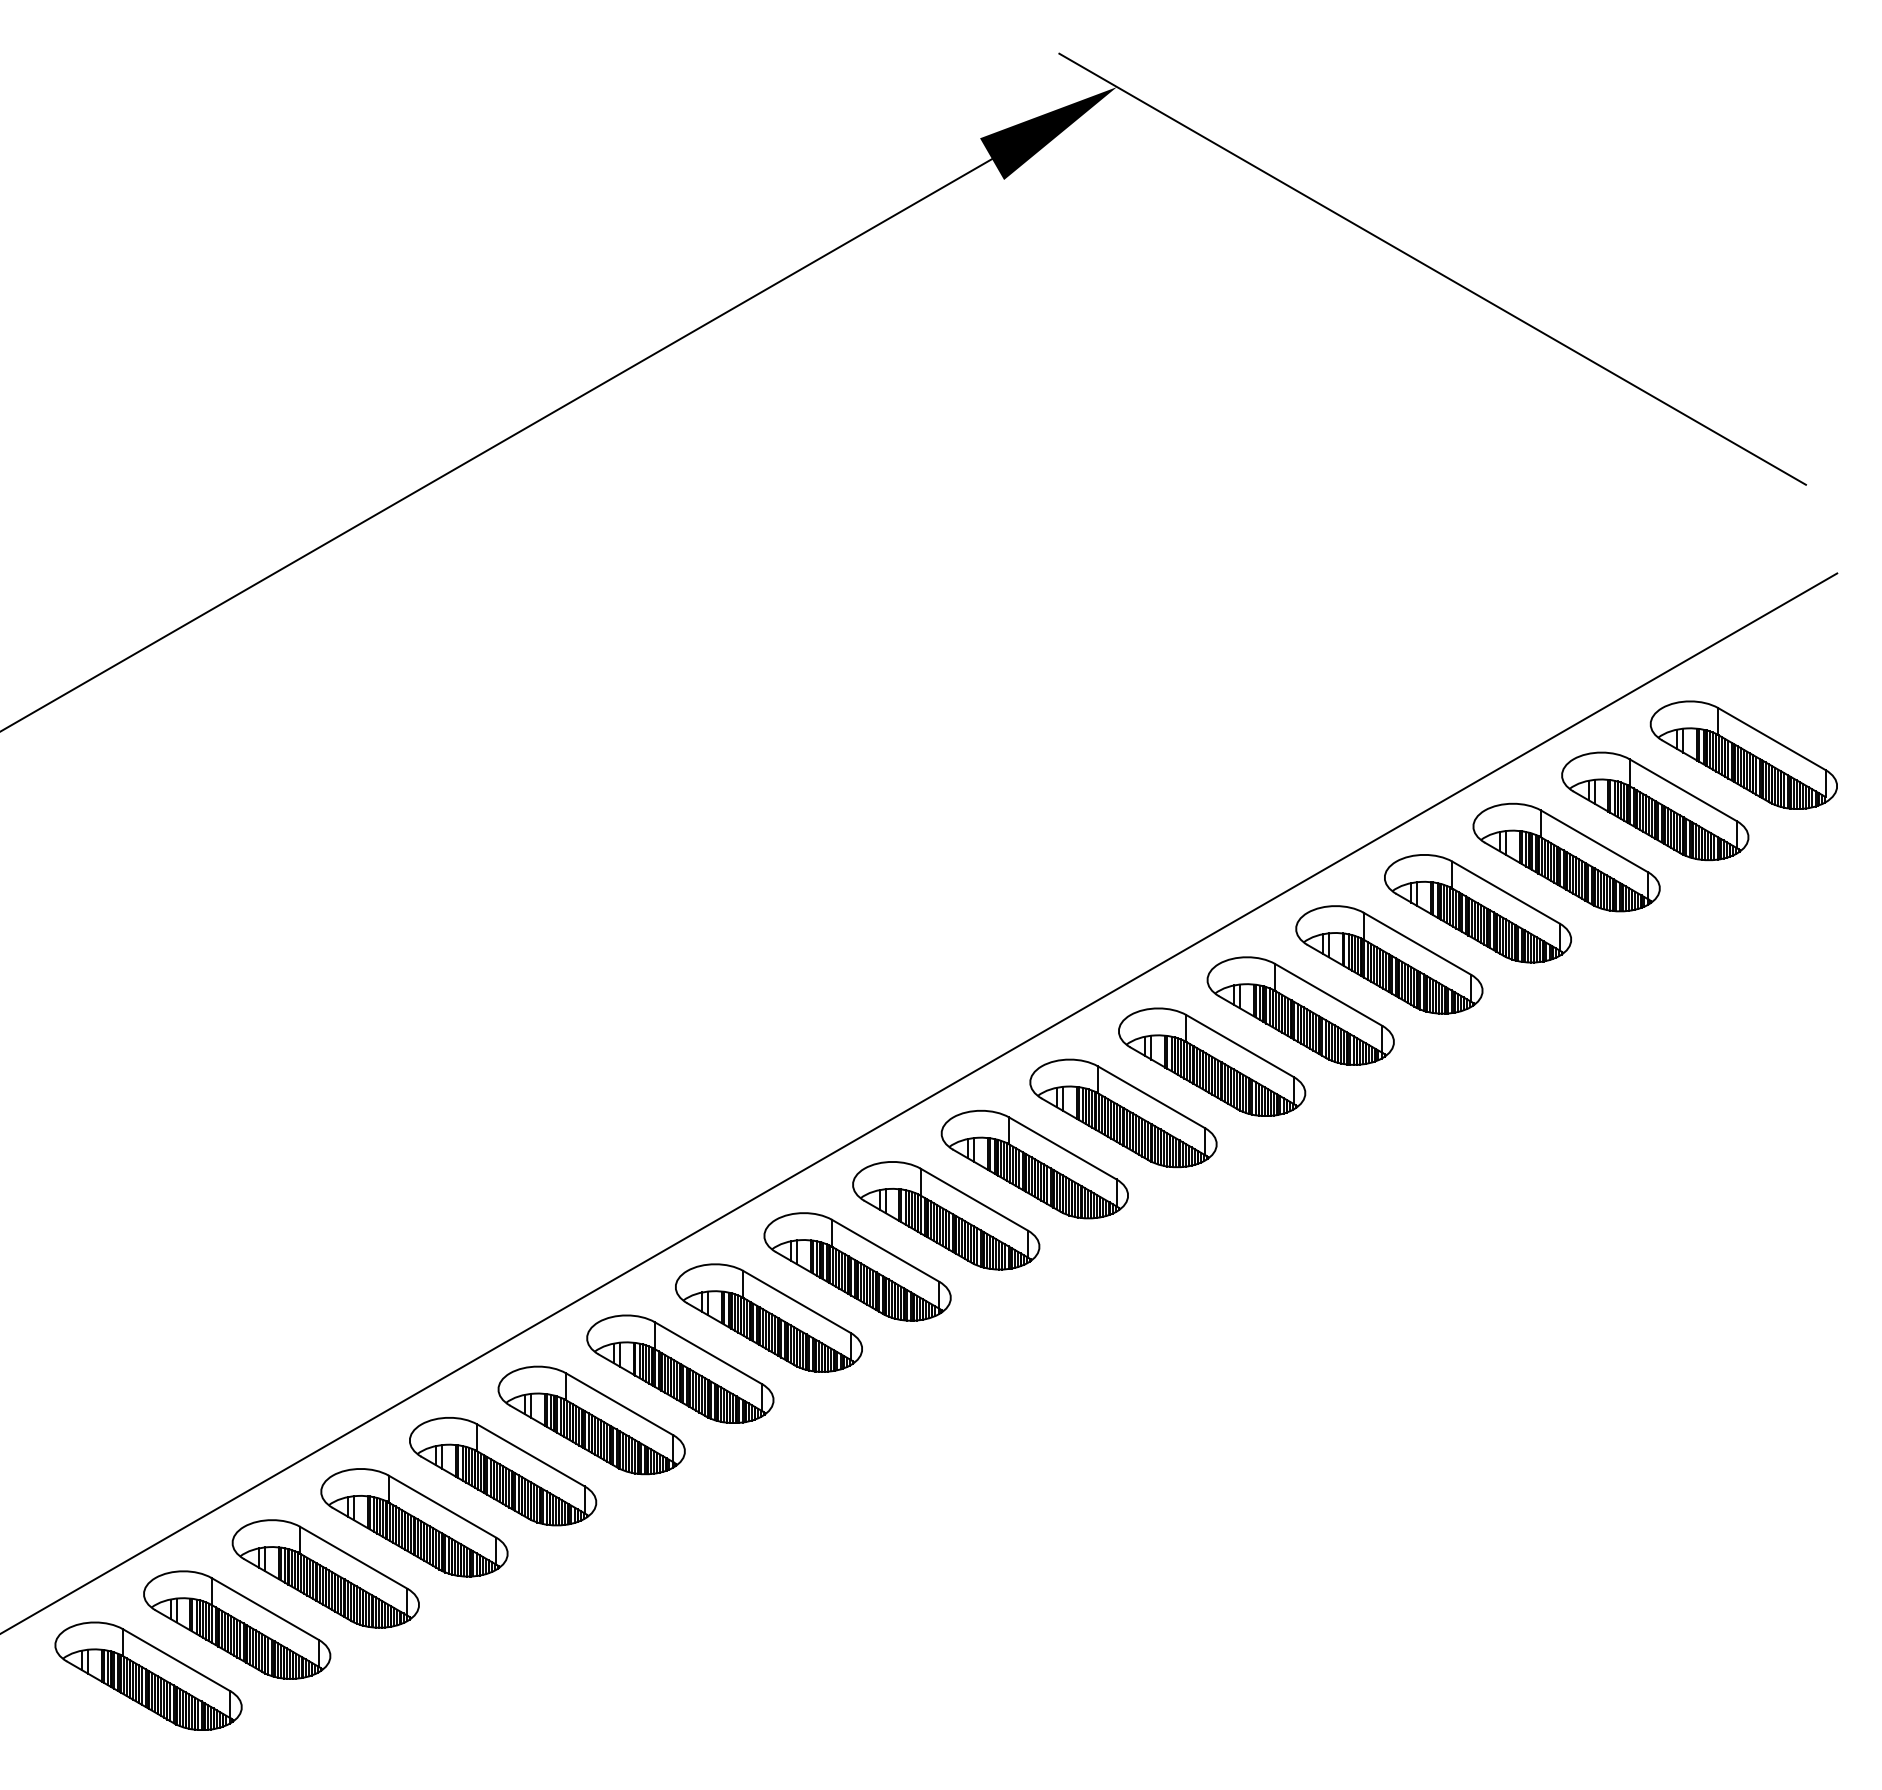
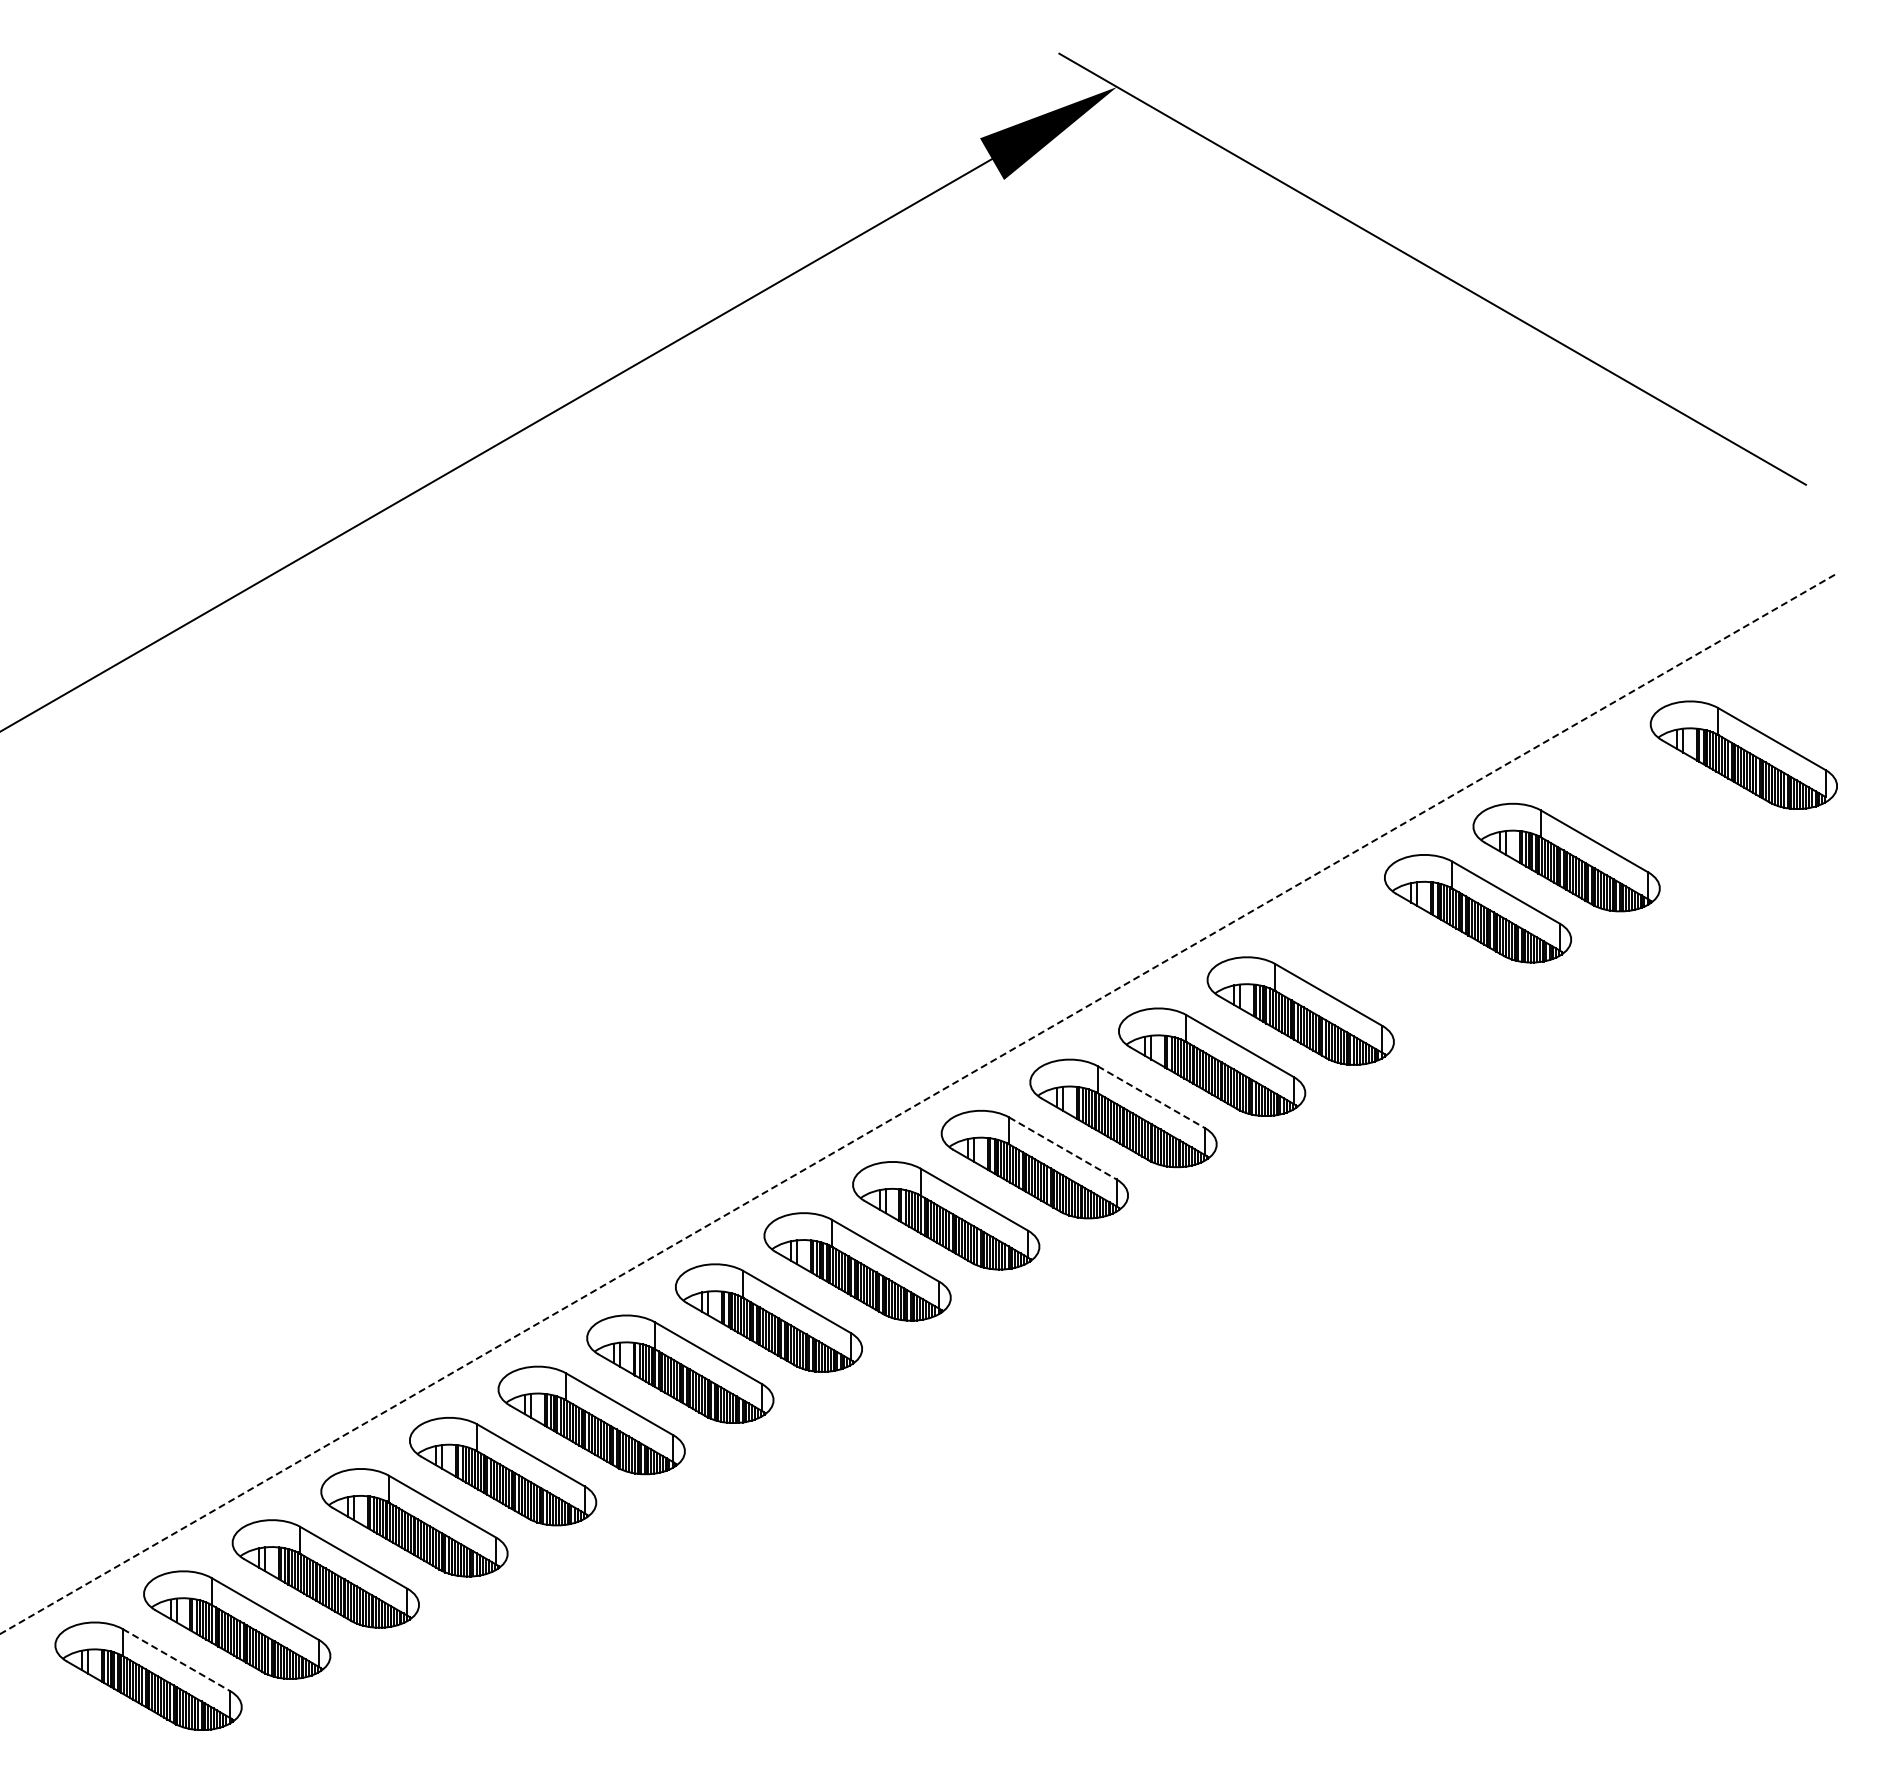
part at (1655, 805): present -> none
part at (1389, 959): present -> none
line at (1151, 1097): solid -> dashed
line at (919, 1103): solid -> dashed
line at (1062, 1148): solid -> dashed
line at (176, 1660): solid -> dashed
